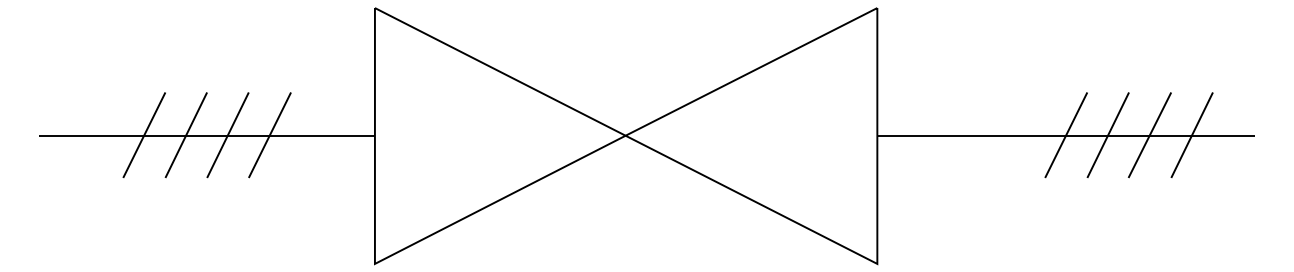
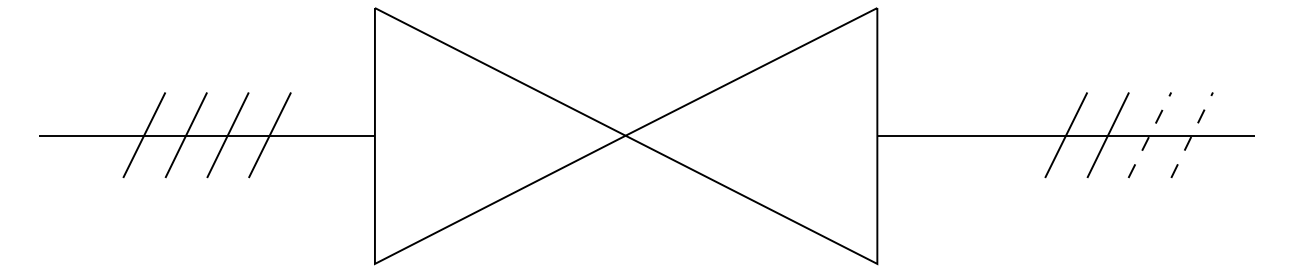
line at (1149, 135): solid -> dashed
line at (1192, 135): solid -> dashed
